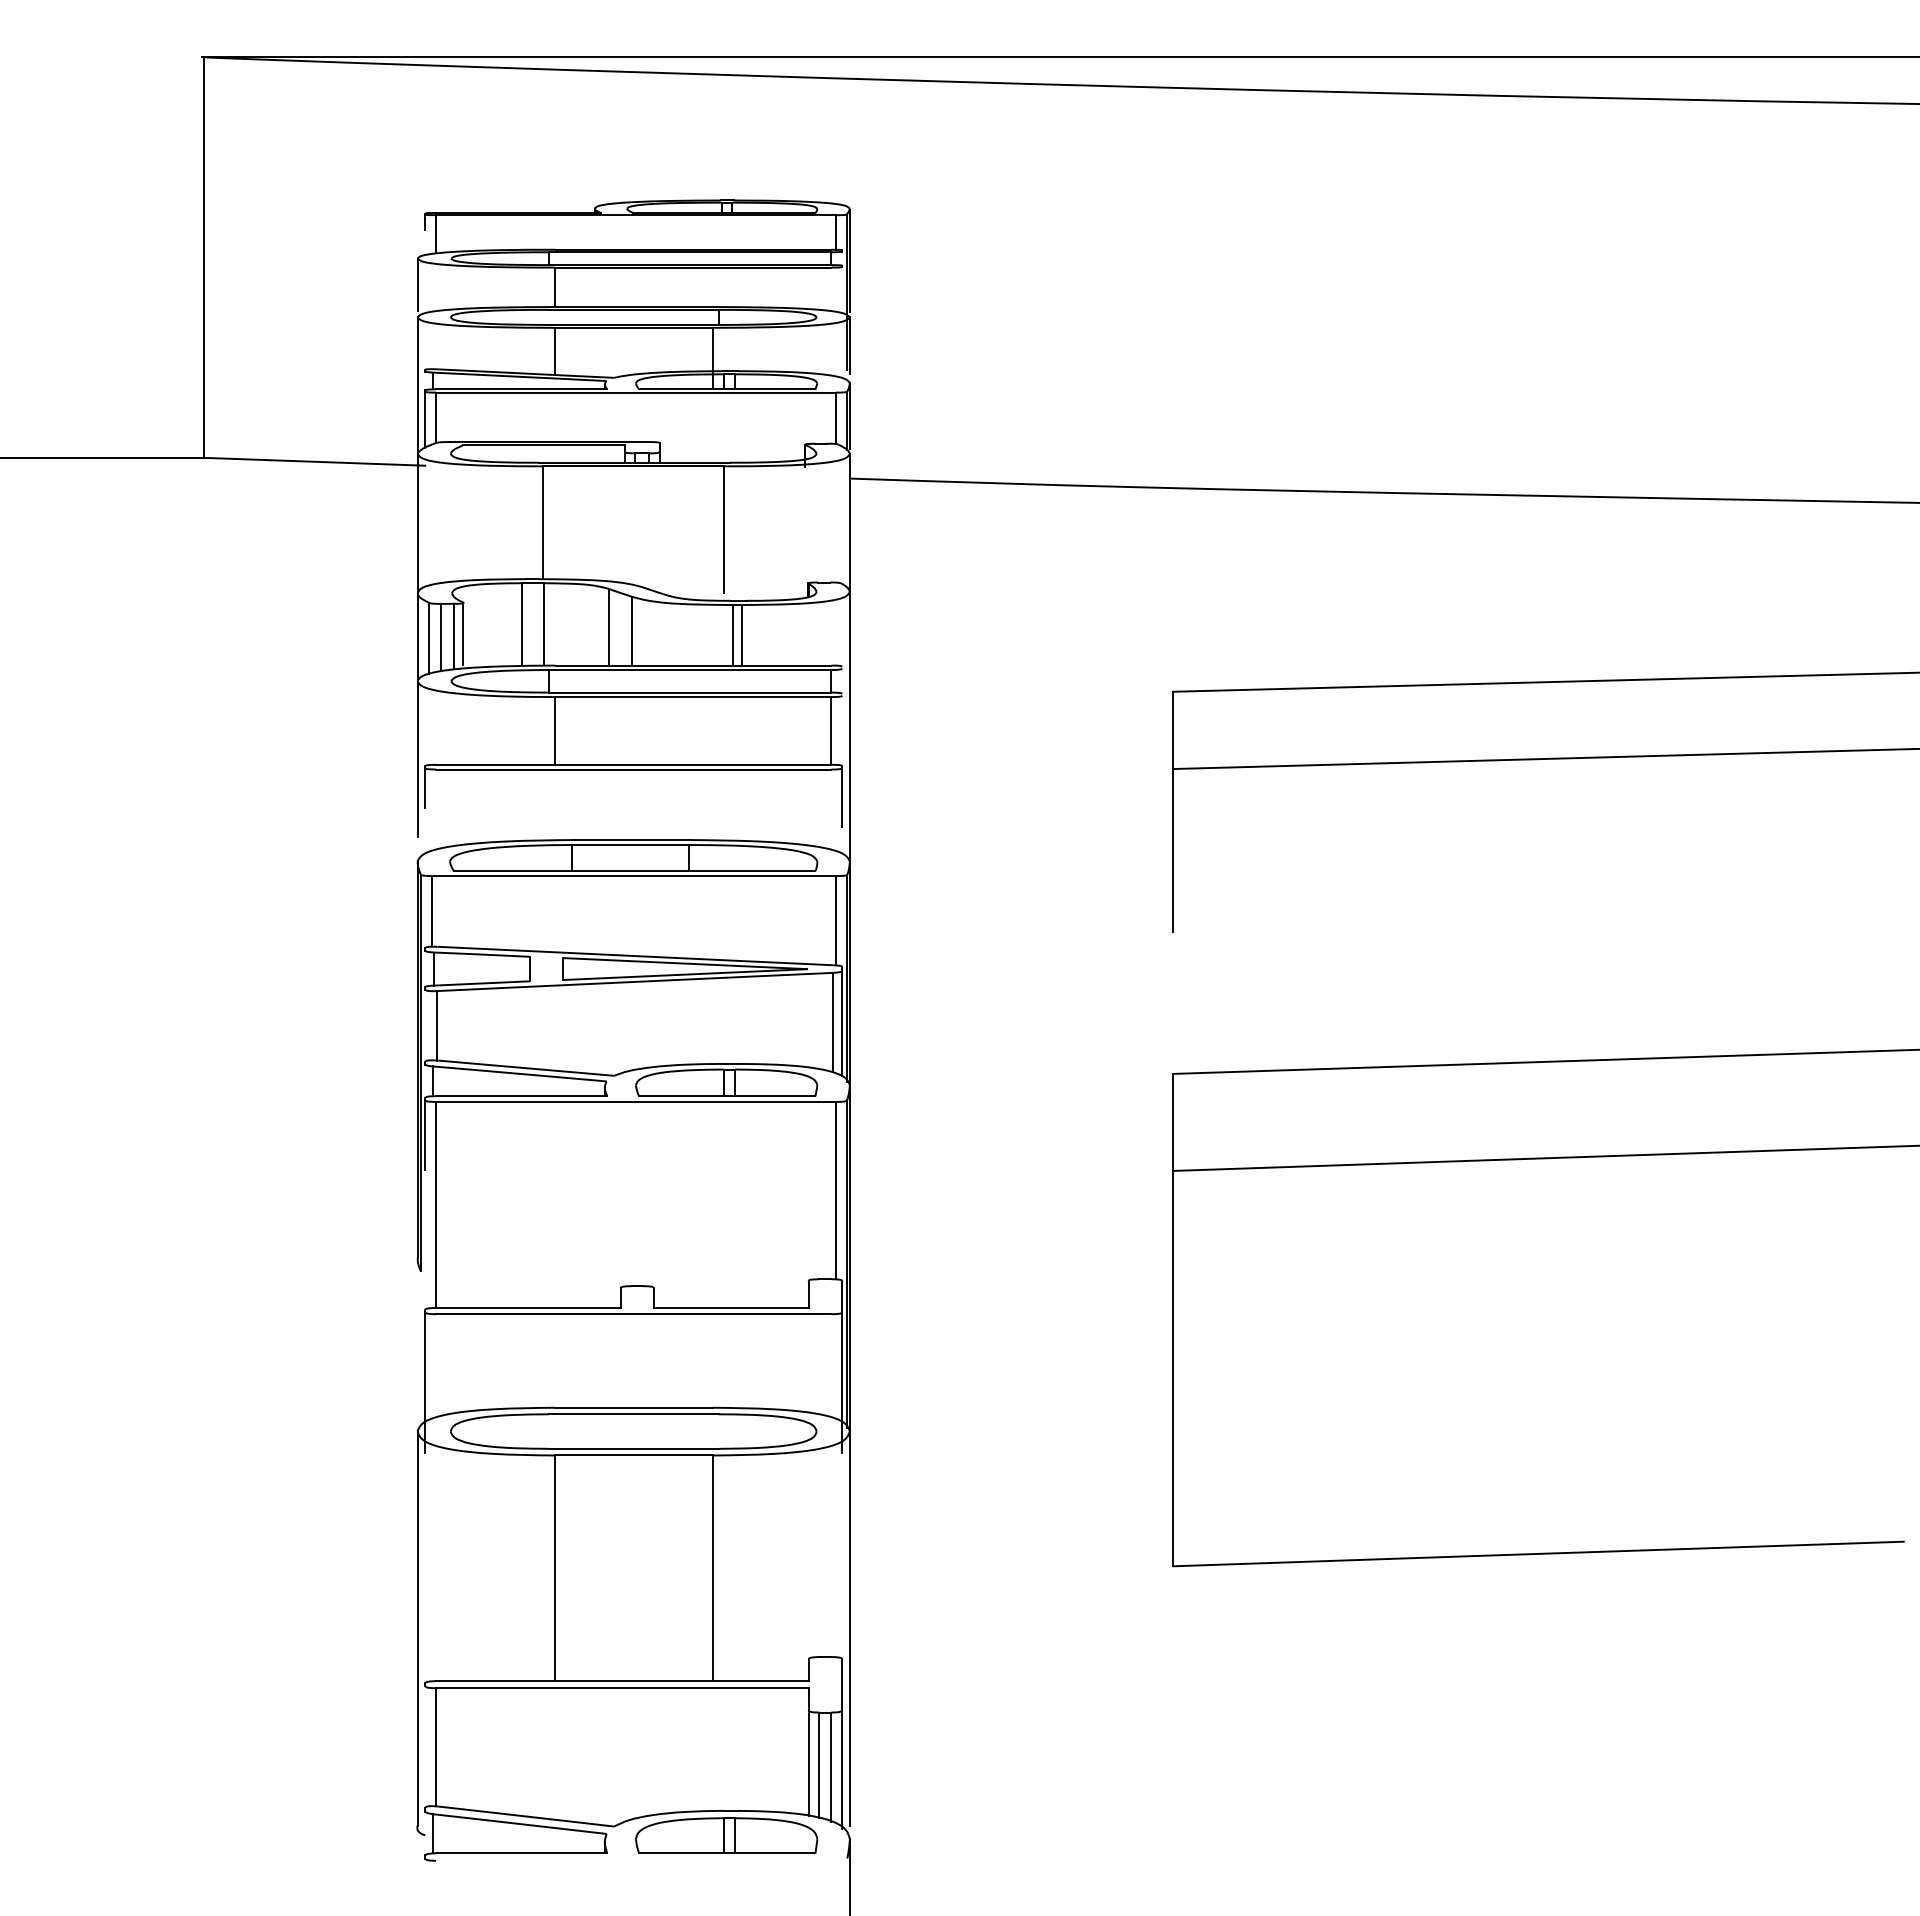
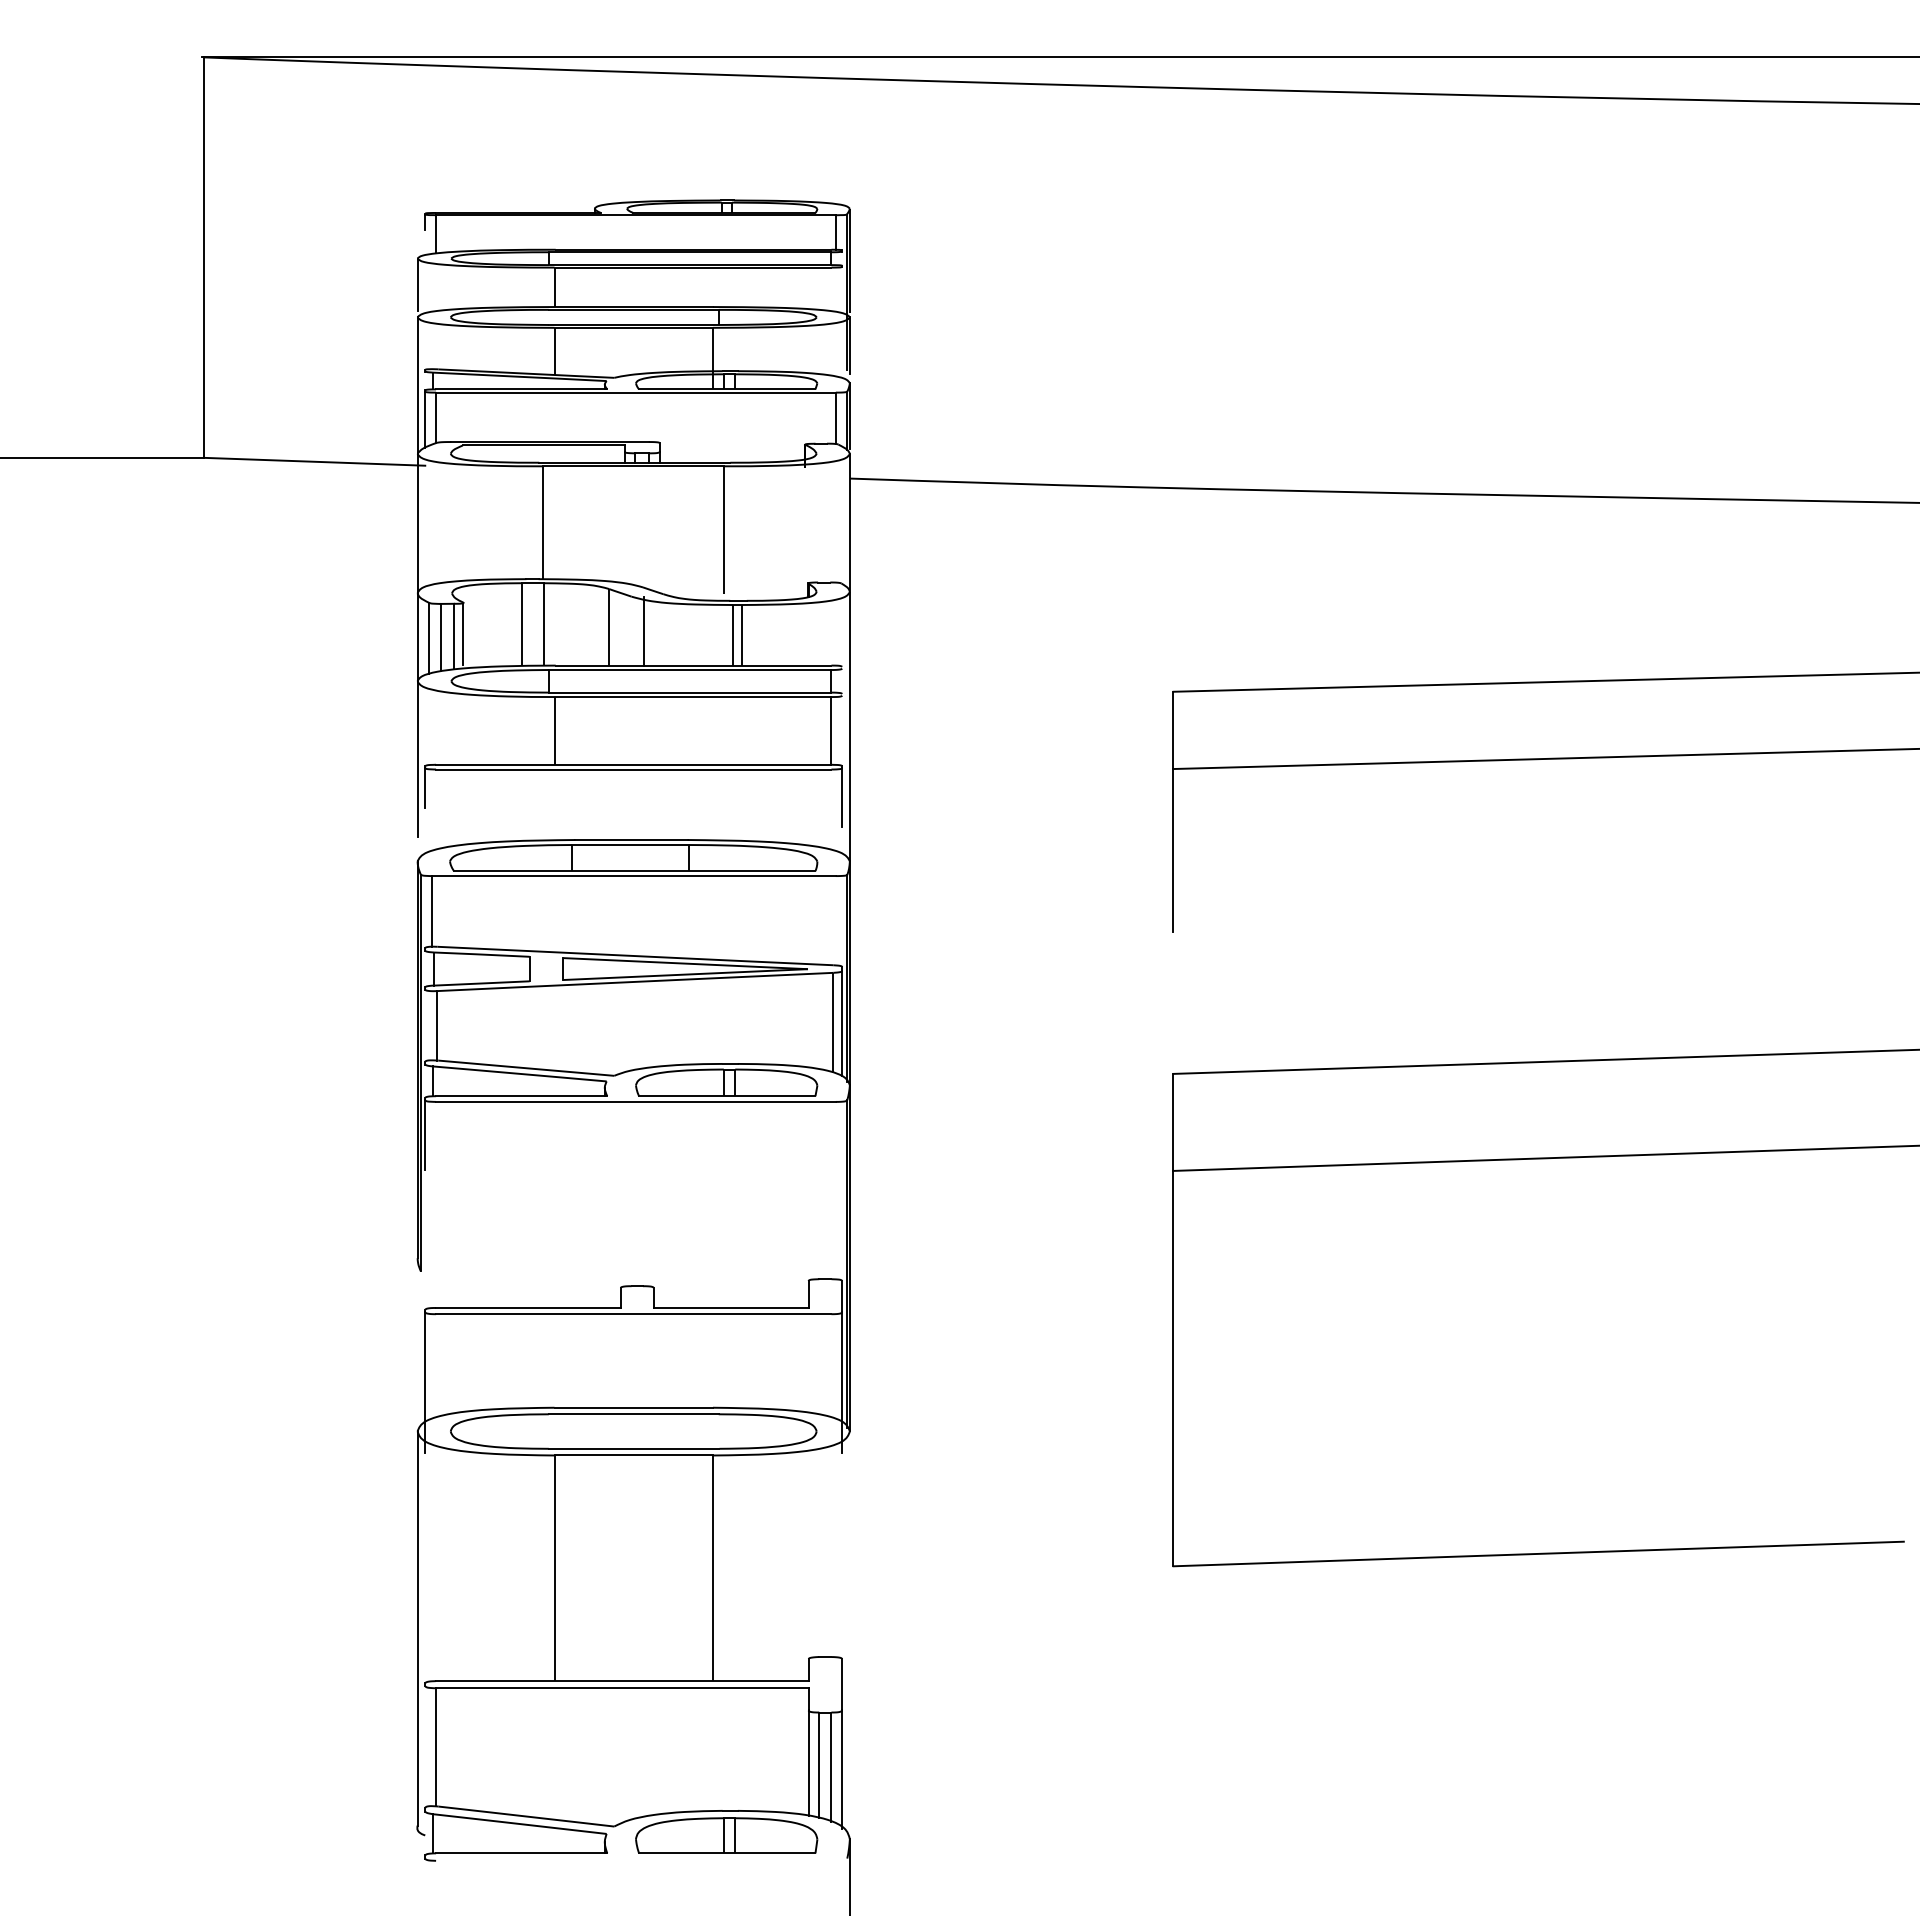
line at (631, 630) position: (631, 630) -> (643, 630)
line at (835, 920): present -> none
line at (835, 1189): present -> none
line at (436, 1204): present -> none
line at (849, 1628): present -> none
